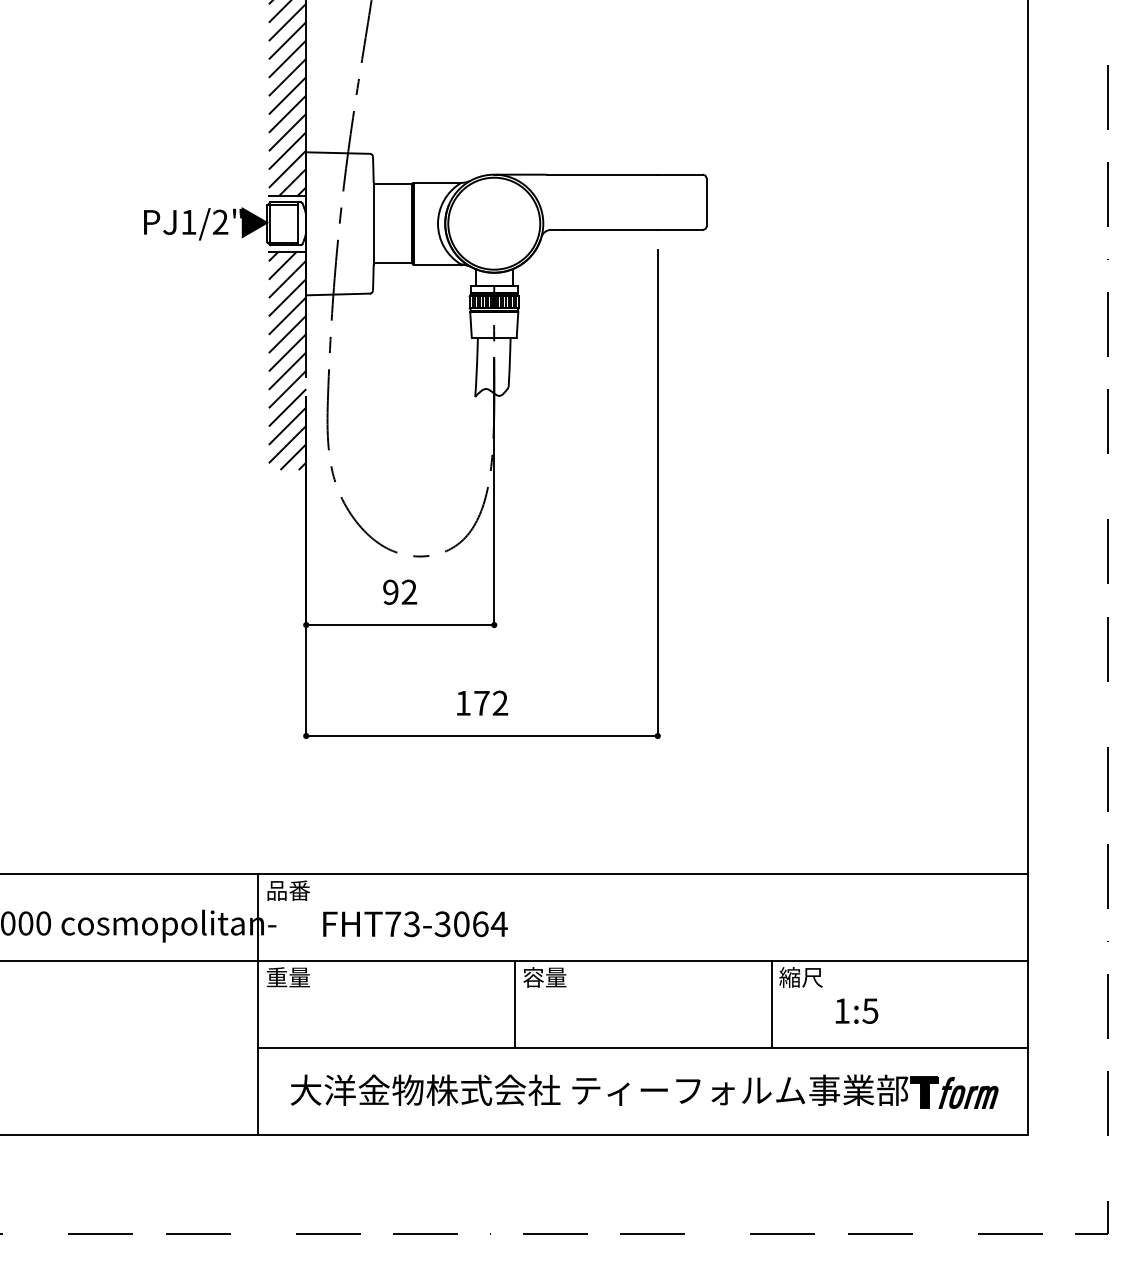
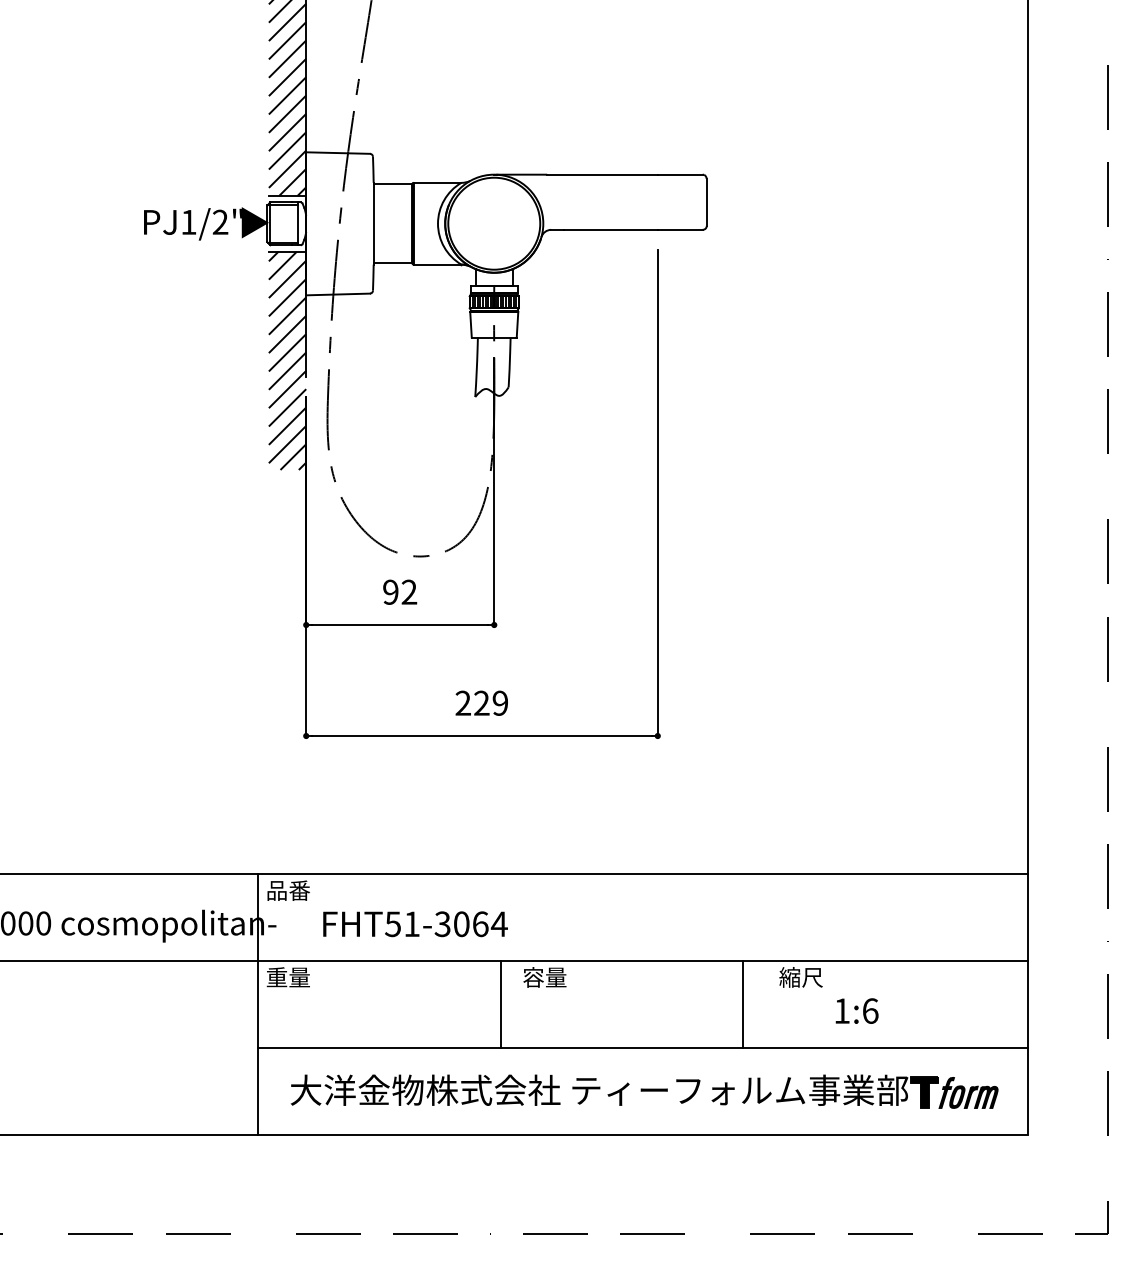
text at (481, 702): 172 -> 229
text at (402, 924): FHT73-3064 -> FHT51-3064
line at (514, 1003) position: (514, 1003) -> (500, 1003)
line at (771, 1003) position: (771, 1003) -> (742, 1003)
text at (870, 1010): 1:5 -> 1:6
